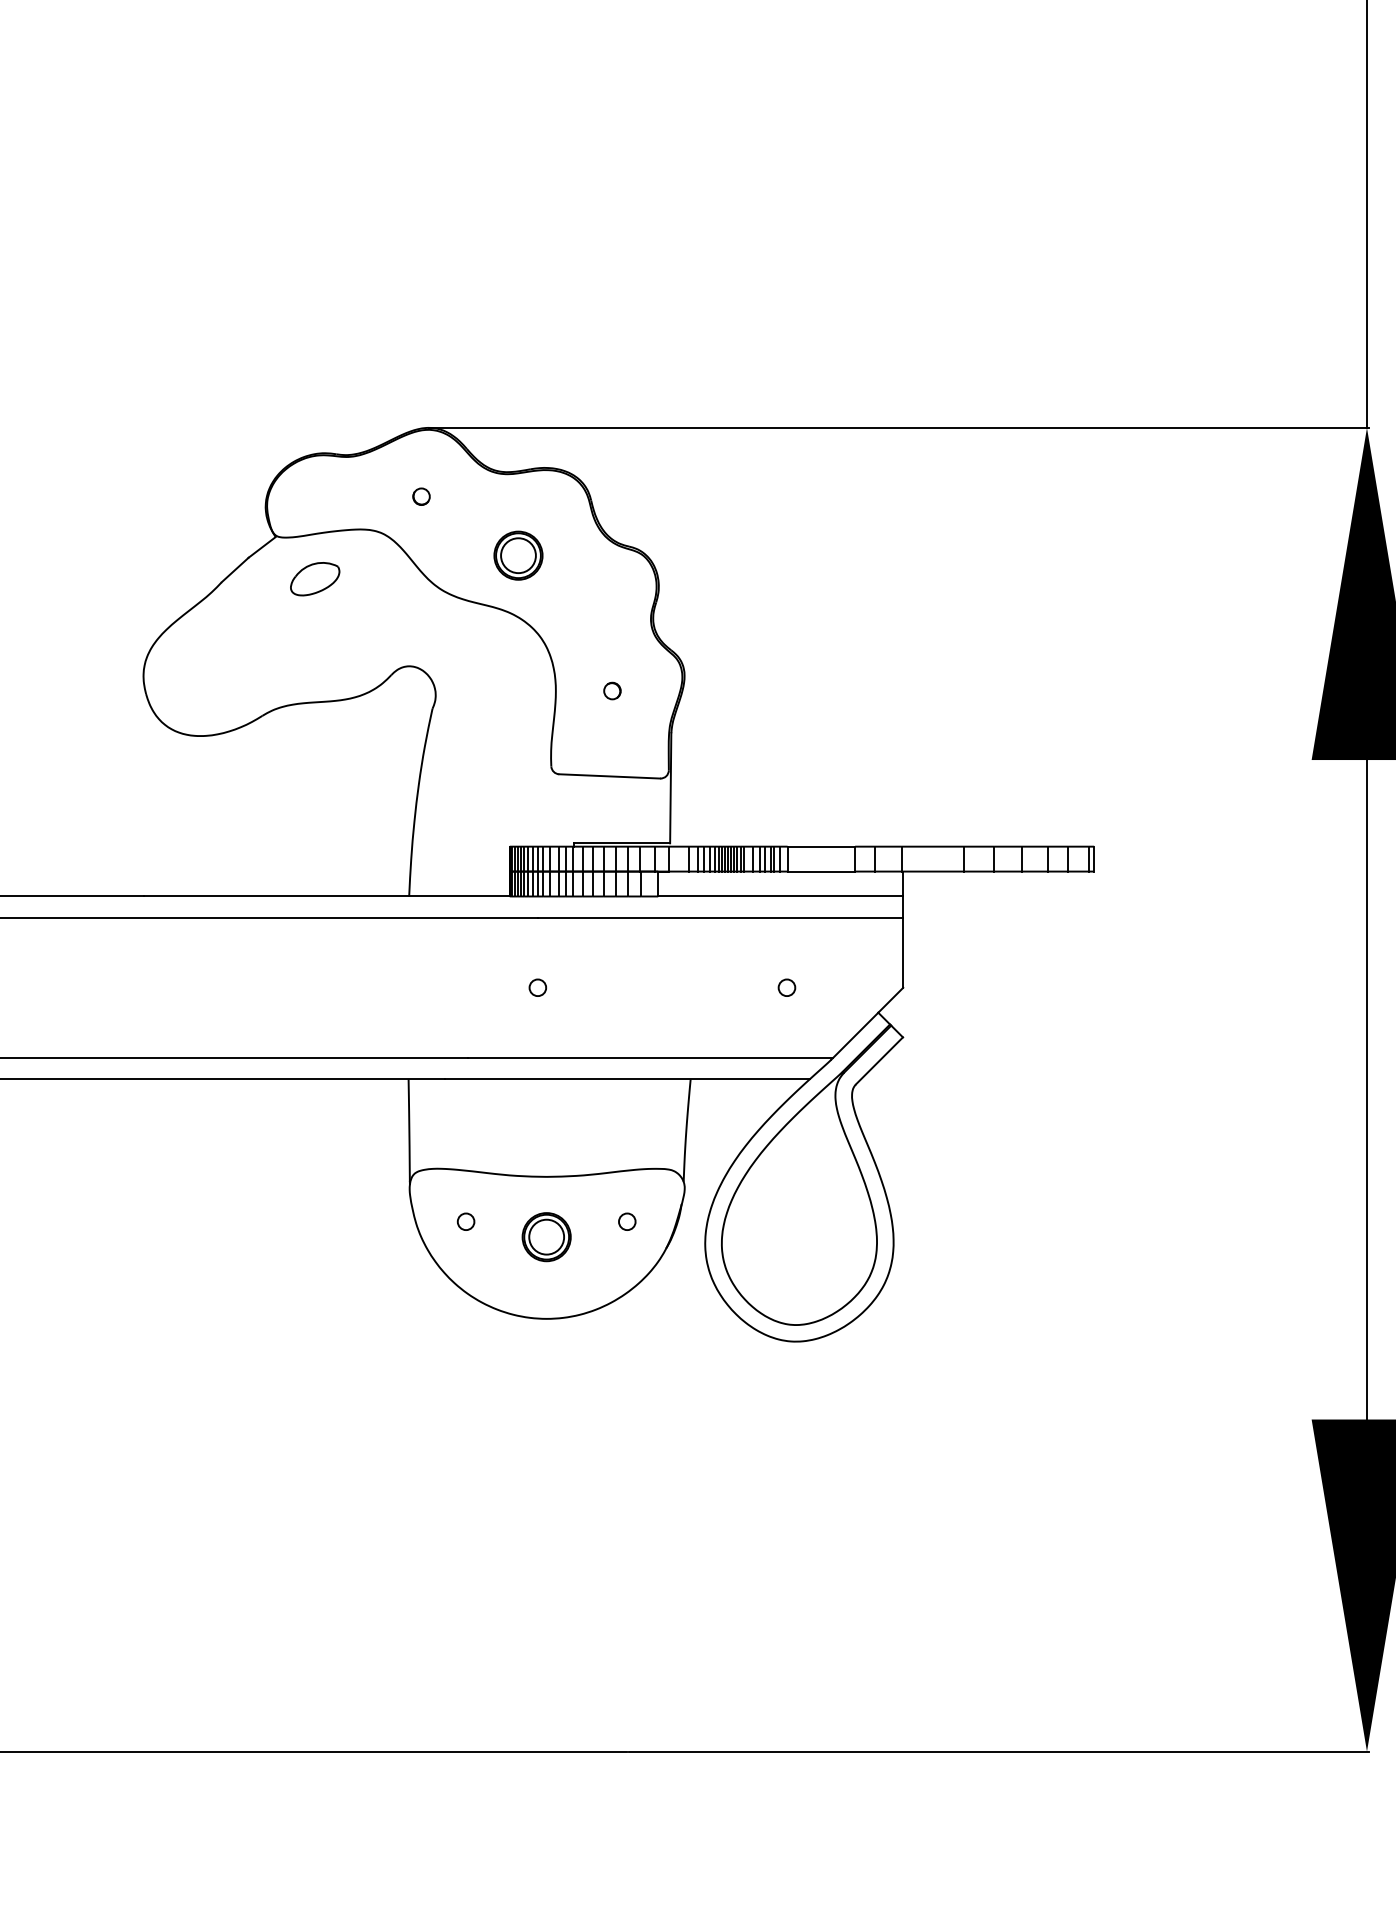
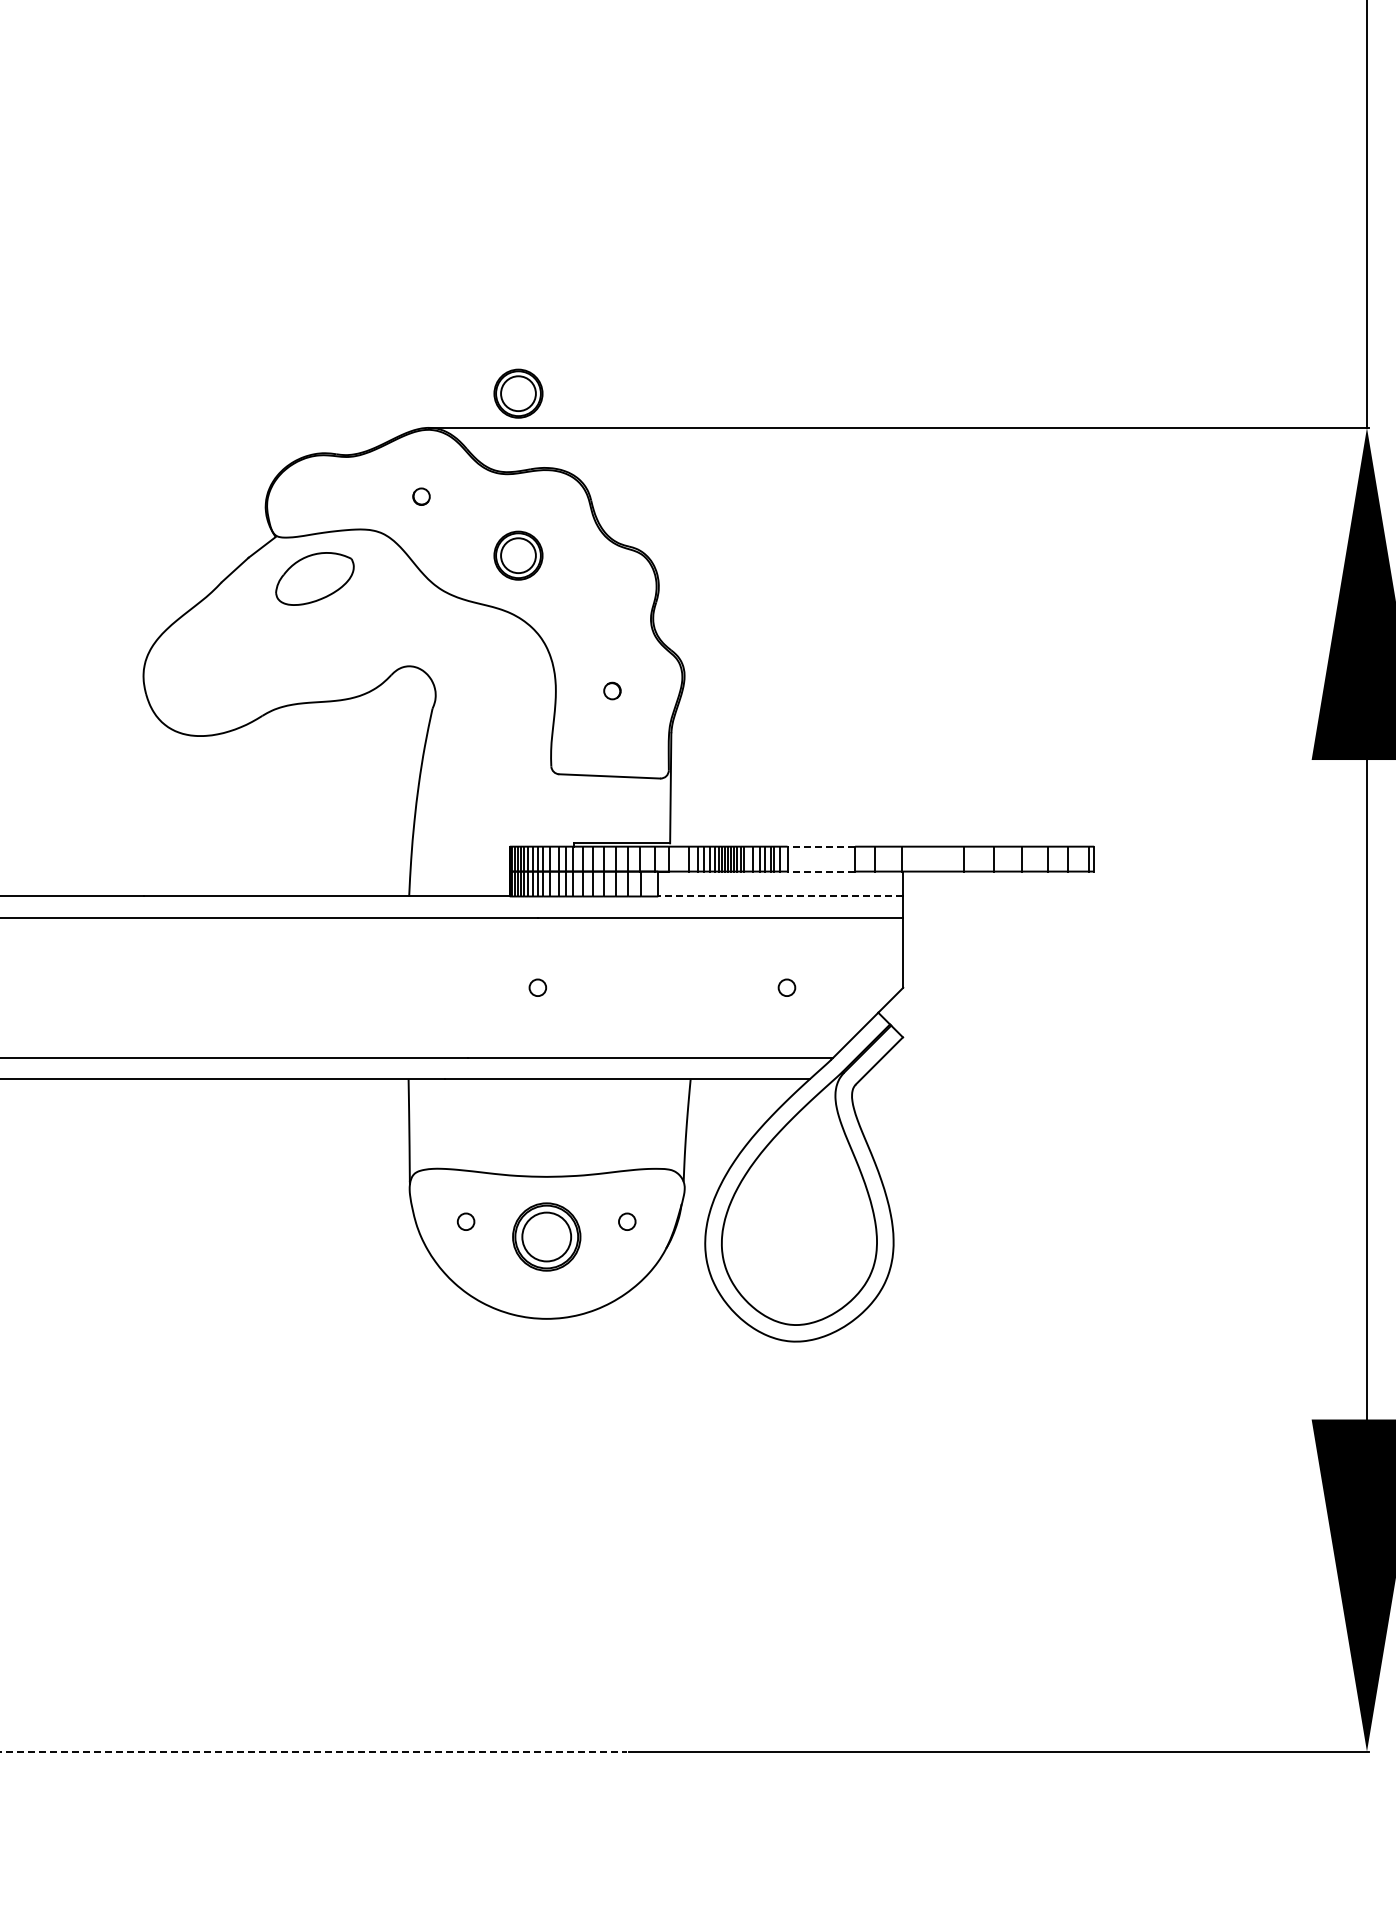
part at (518, 393): none -> present
part at (315, 579) size: 51x35 px -> 80x54 px
line at (821, 846): solid -> dashed
line at (821, 871): solid -> dashed
line at (780, 896): solid -> dashed
part at (546, 1237) size: 51x51 px -> 70x70 px
line at (313, 1751): solid -> dashed
